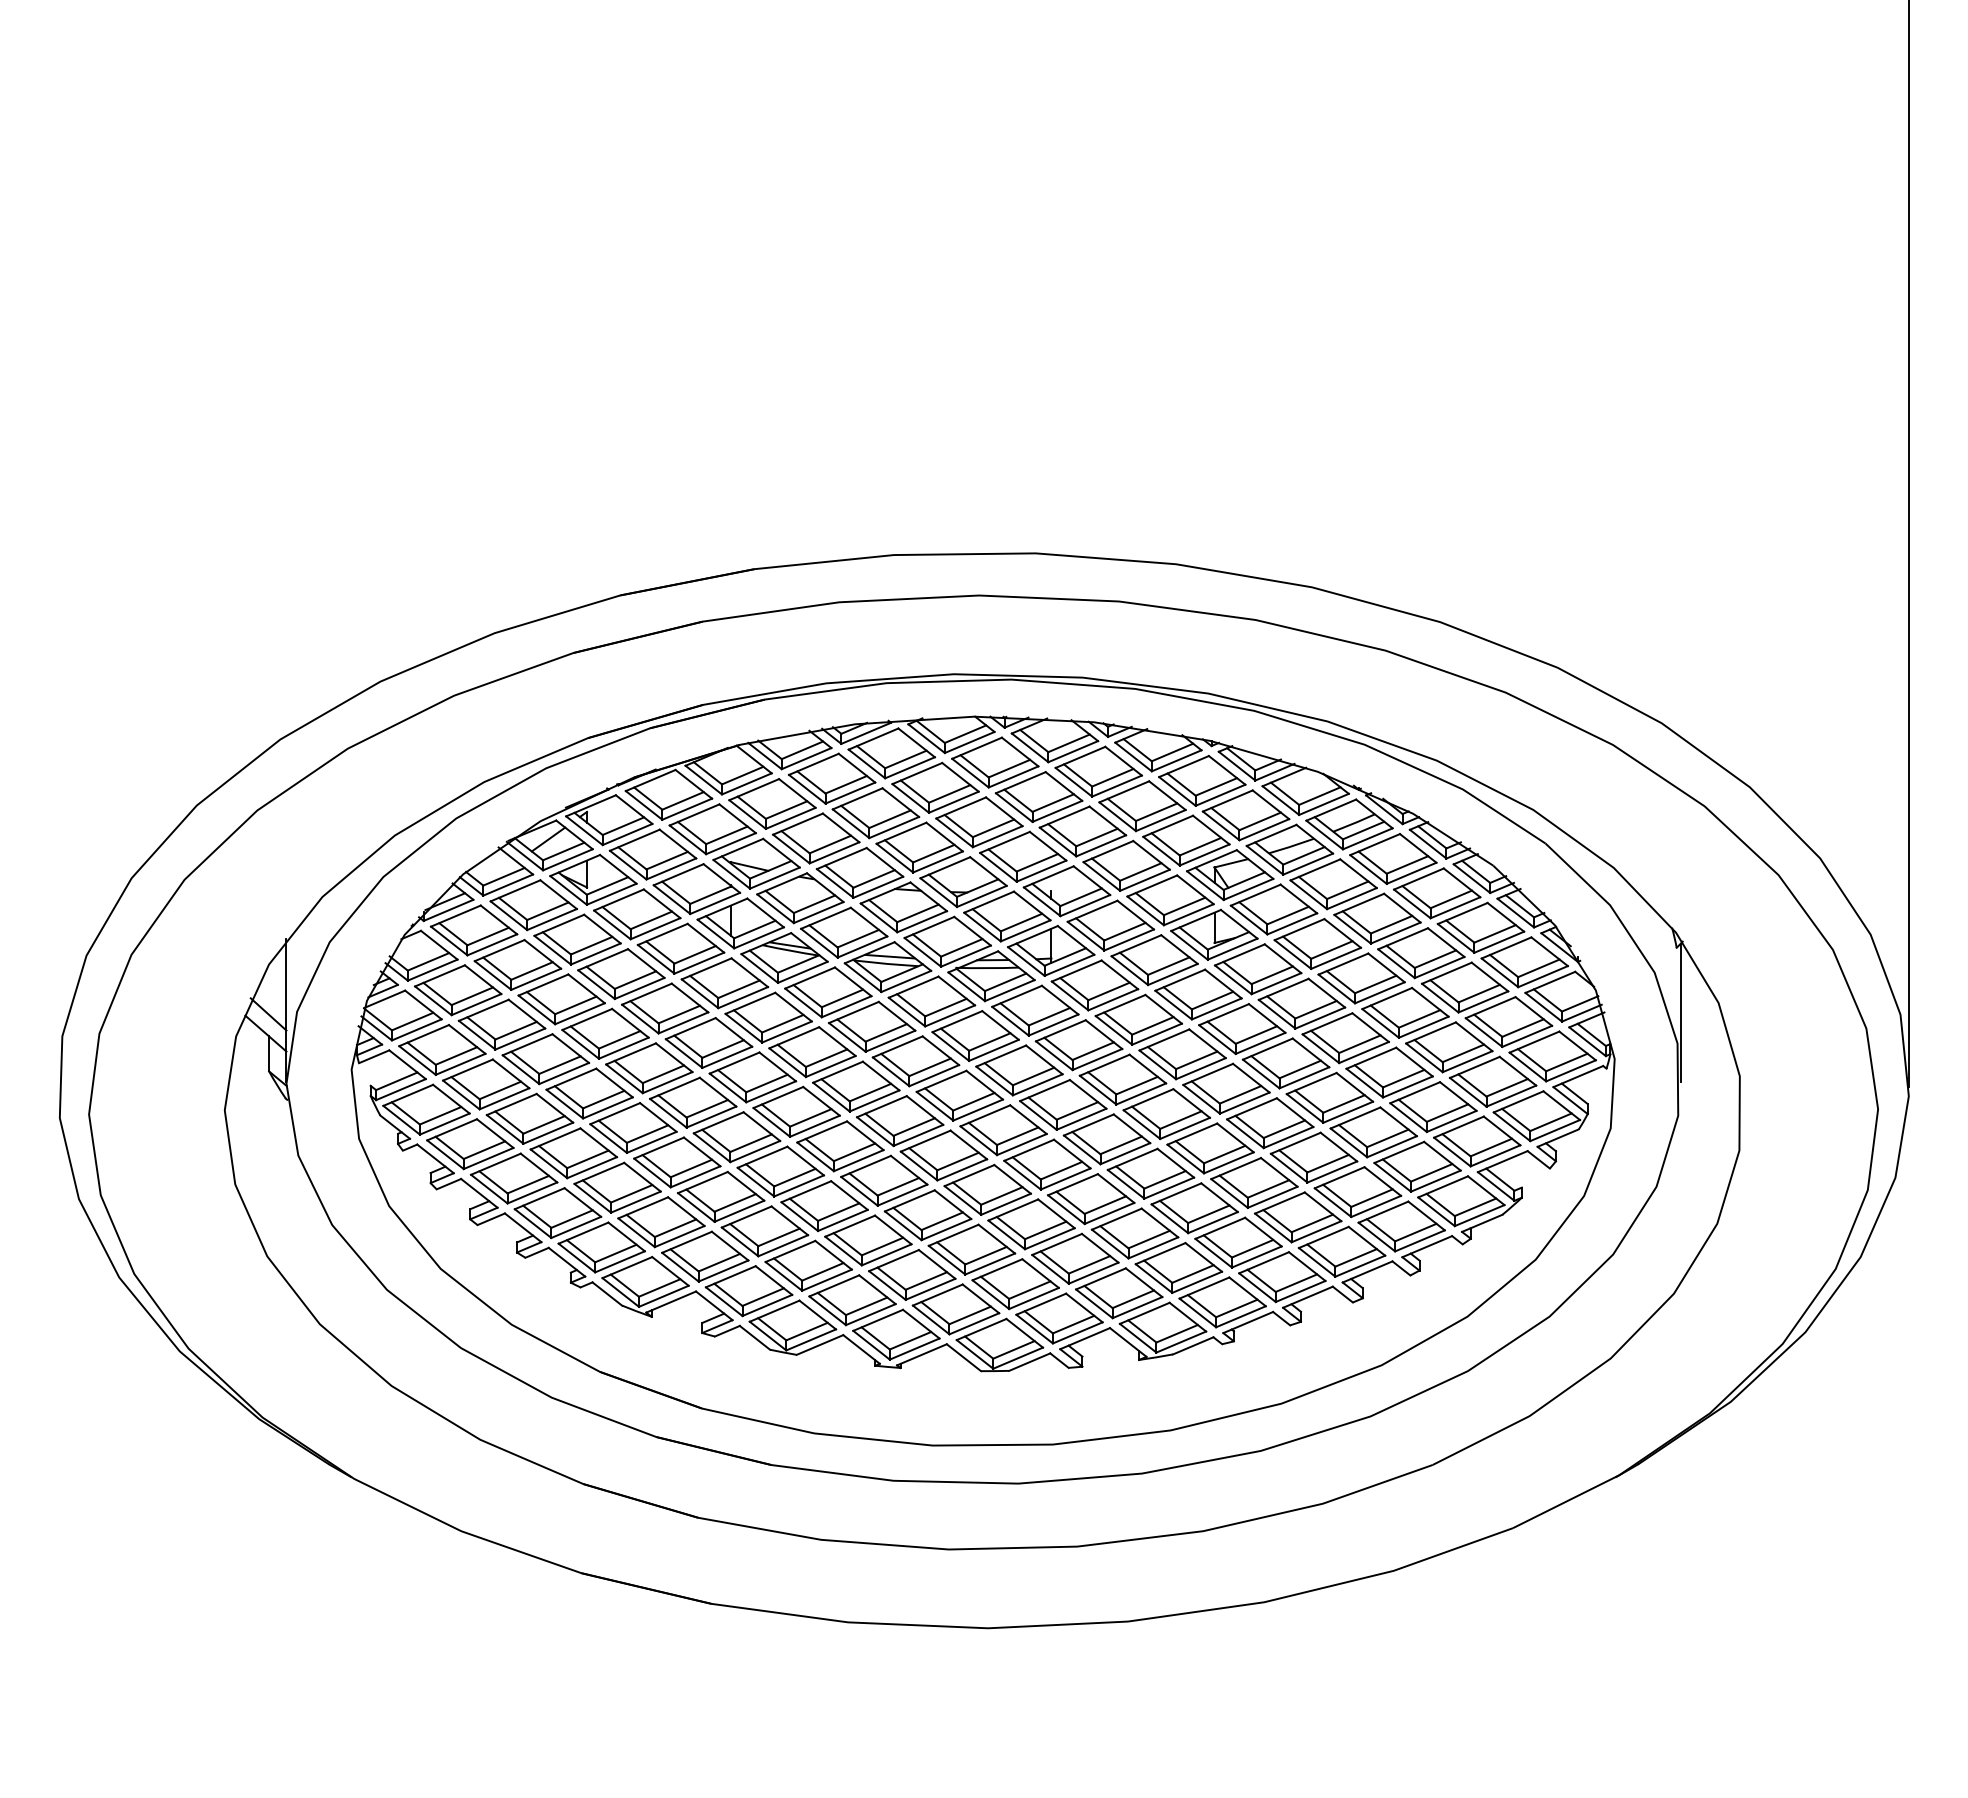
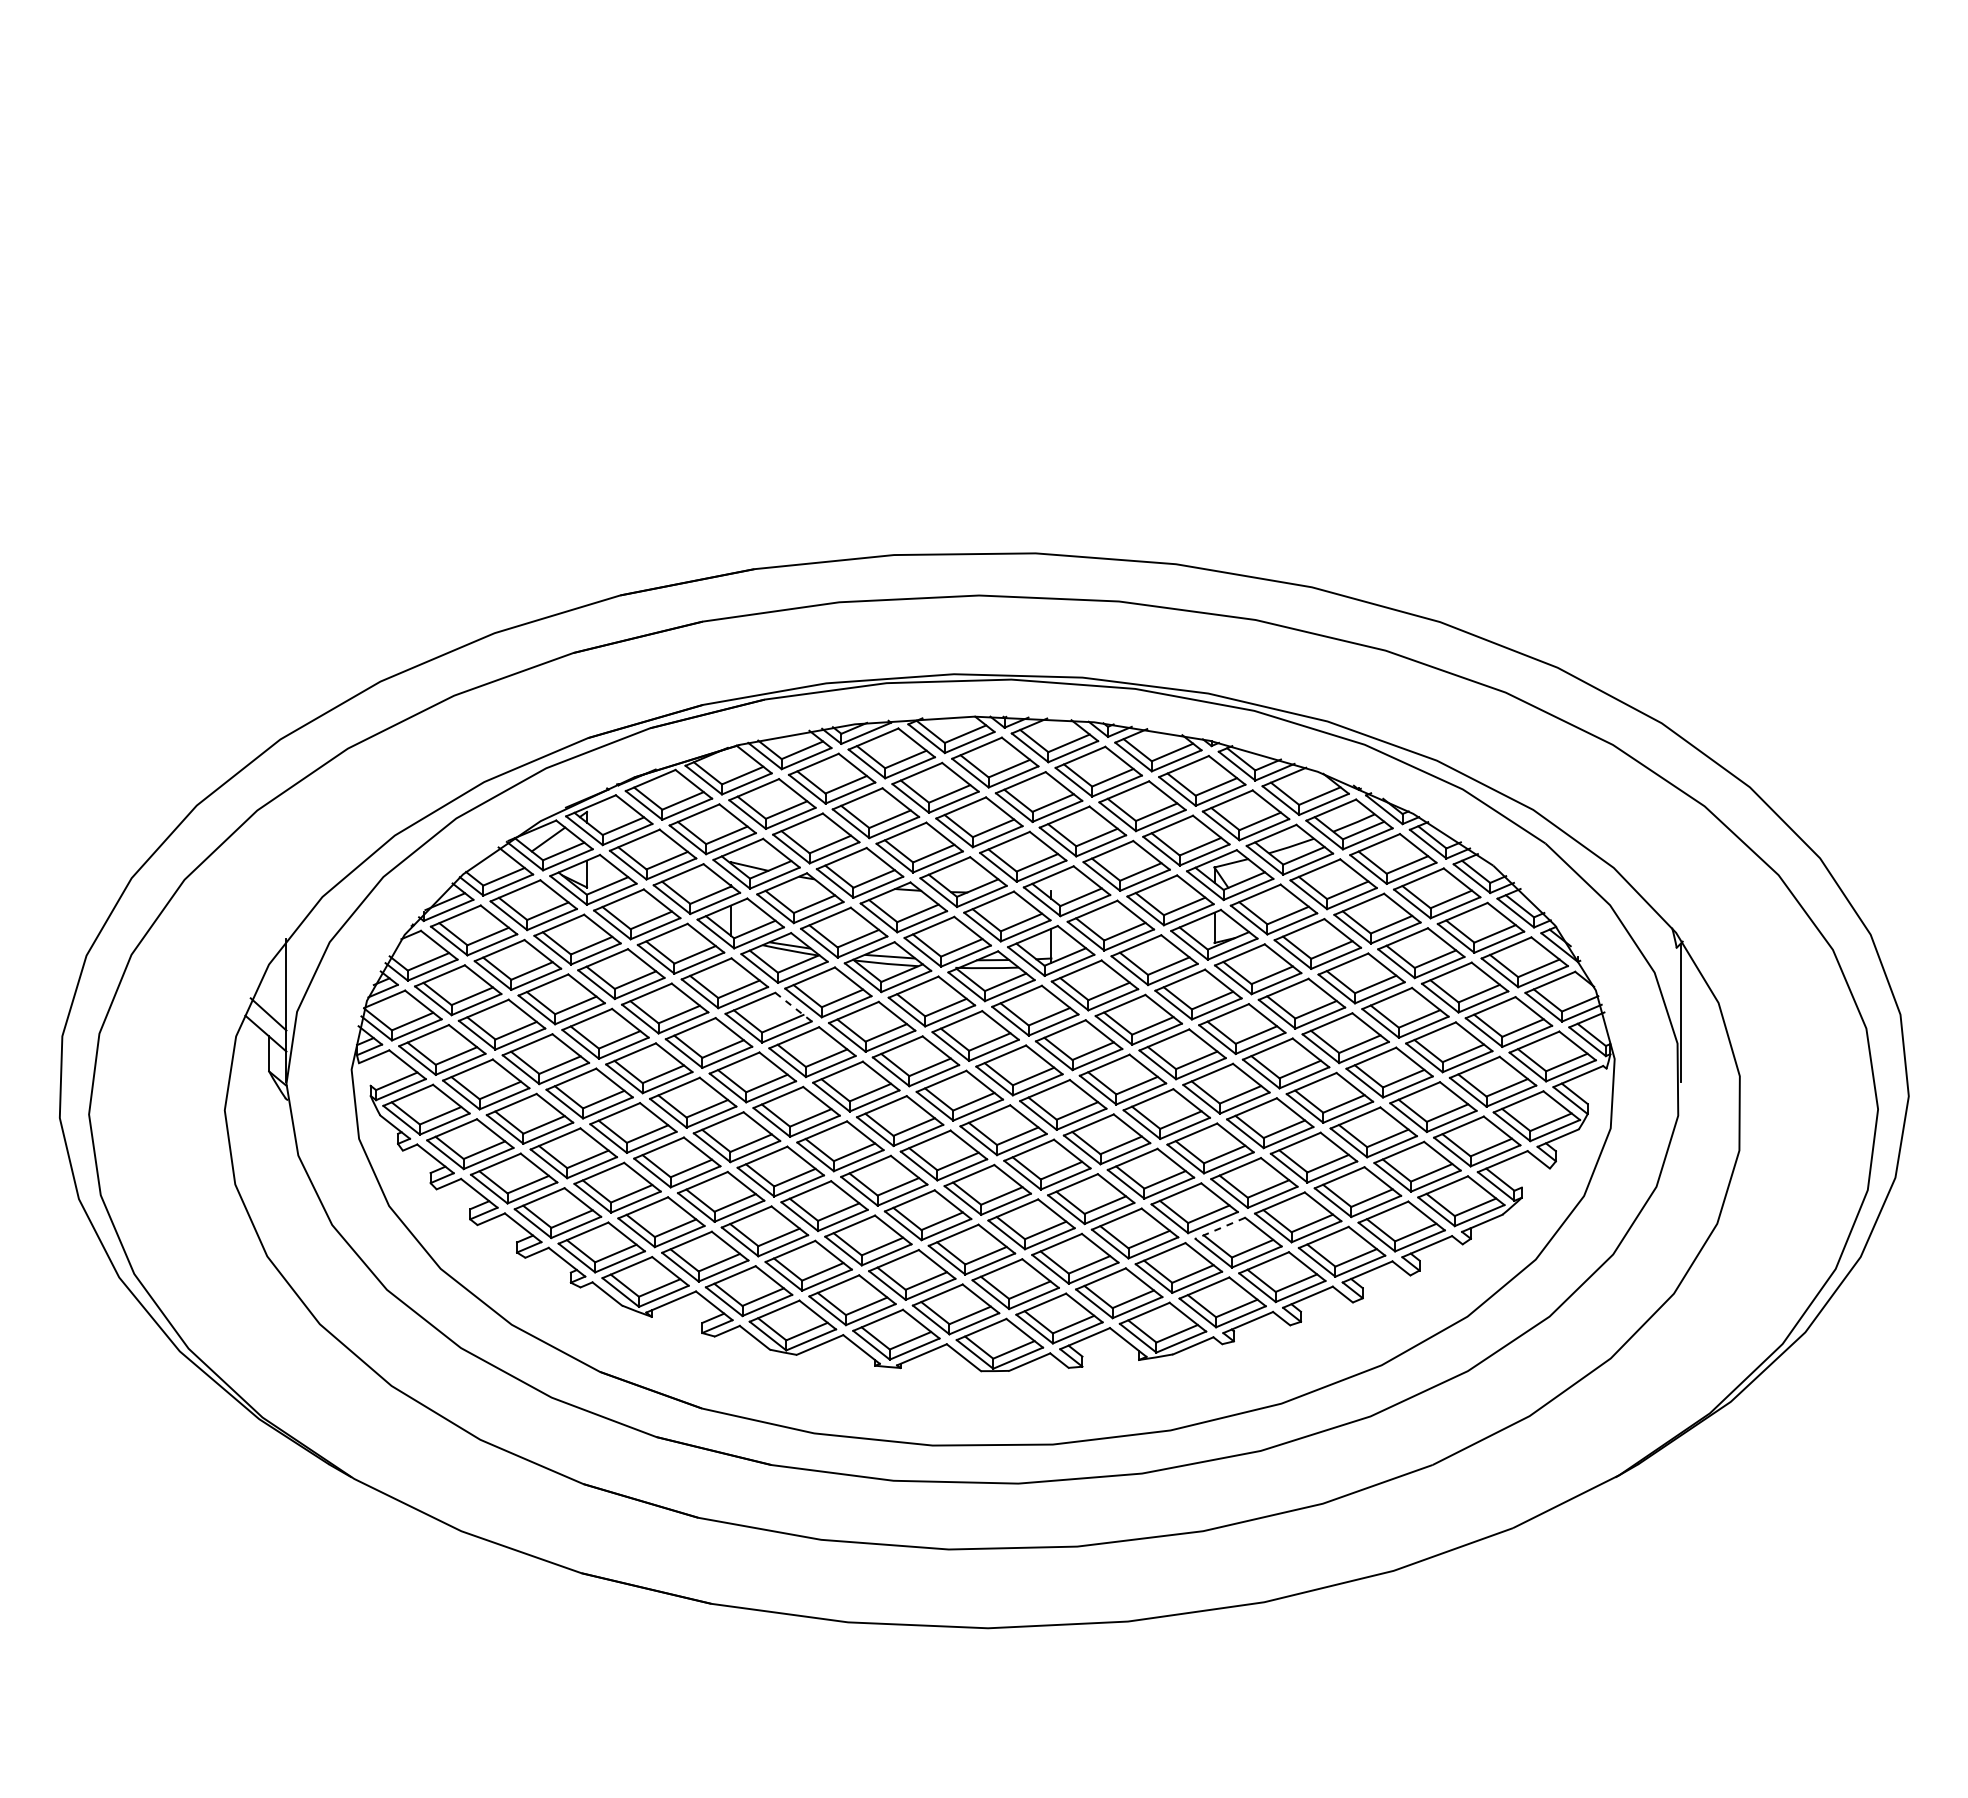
line at (1908, 544): present -> none
line at (793, 1006): solid -> dashed
line at (1219, 1228): solid -> dashed
